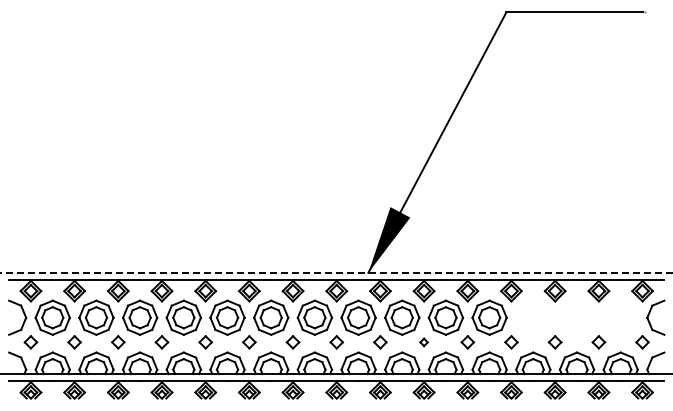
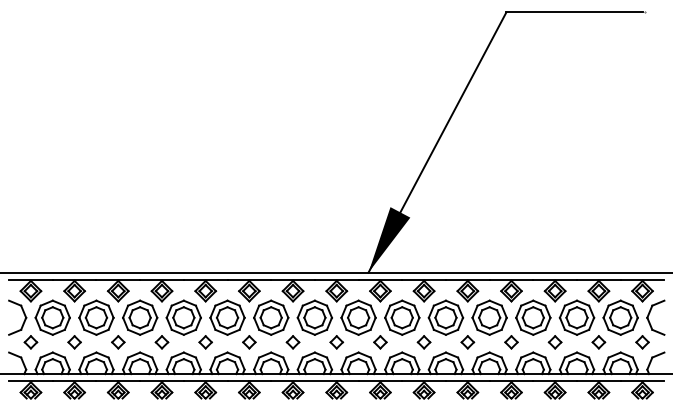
line at (336, 272): dashed -> solid
part at (576, 317): none -> present
part at (423, 342) size: 10x11 px -> 16x15 px
